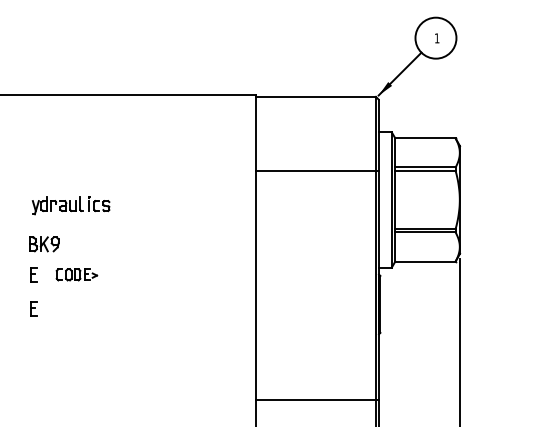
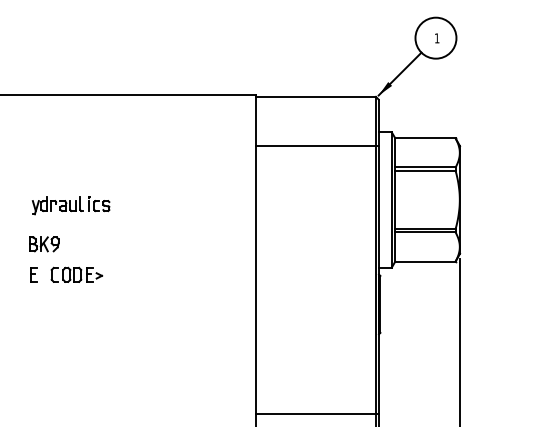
line at (317, 170) position: (317, 170) -> (317, 145)
part at (76, 274) size: 44x14 px -> 54x17 px
part at (33, 308): present -> none
line at (317, 400) position: (317, 400) -> (317, 414)
